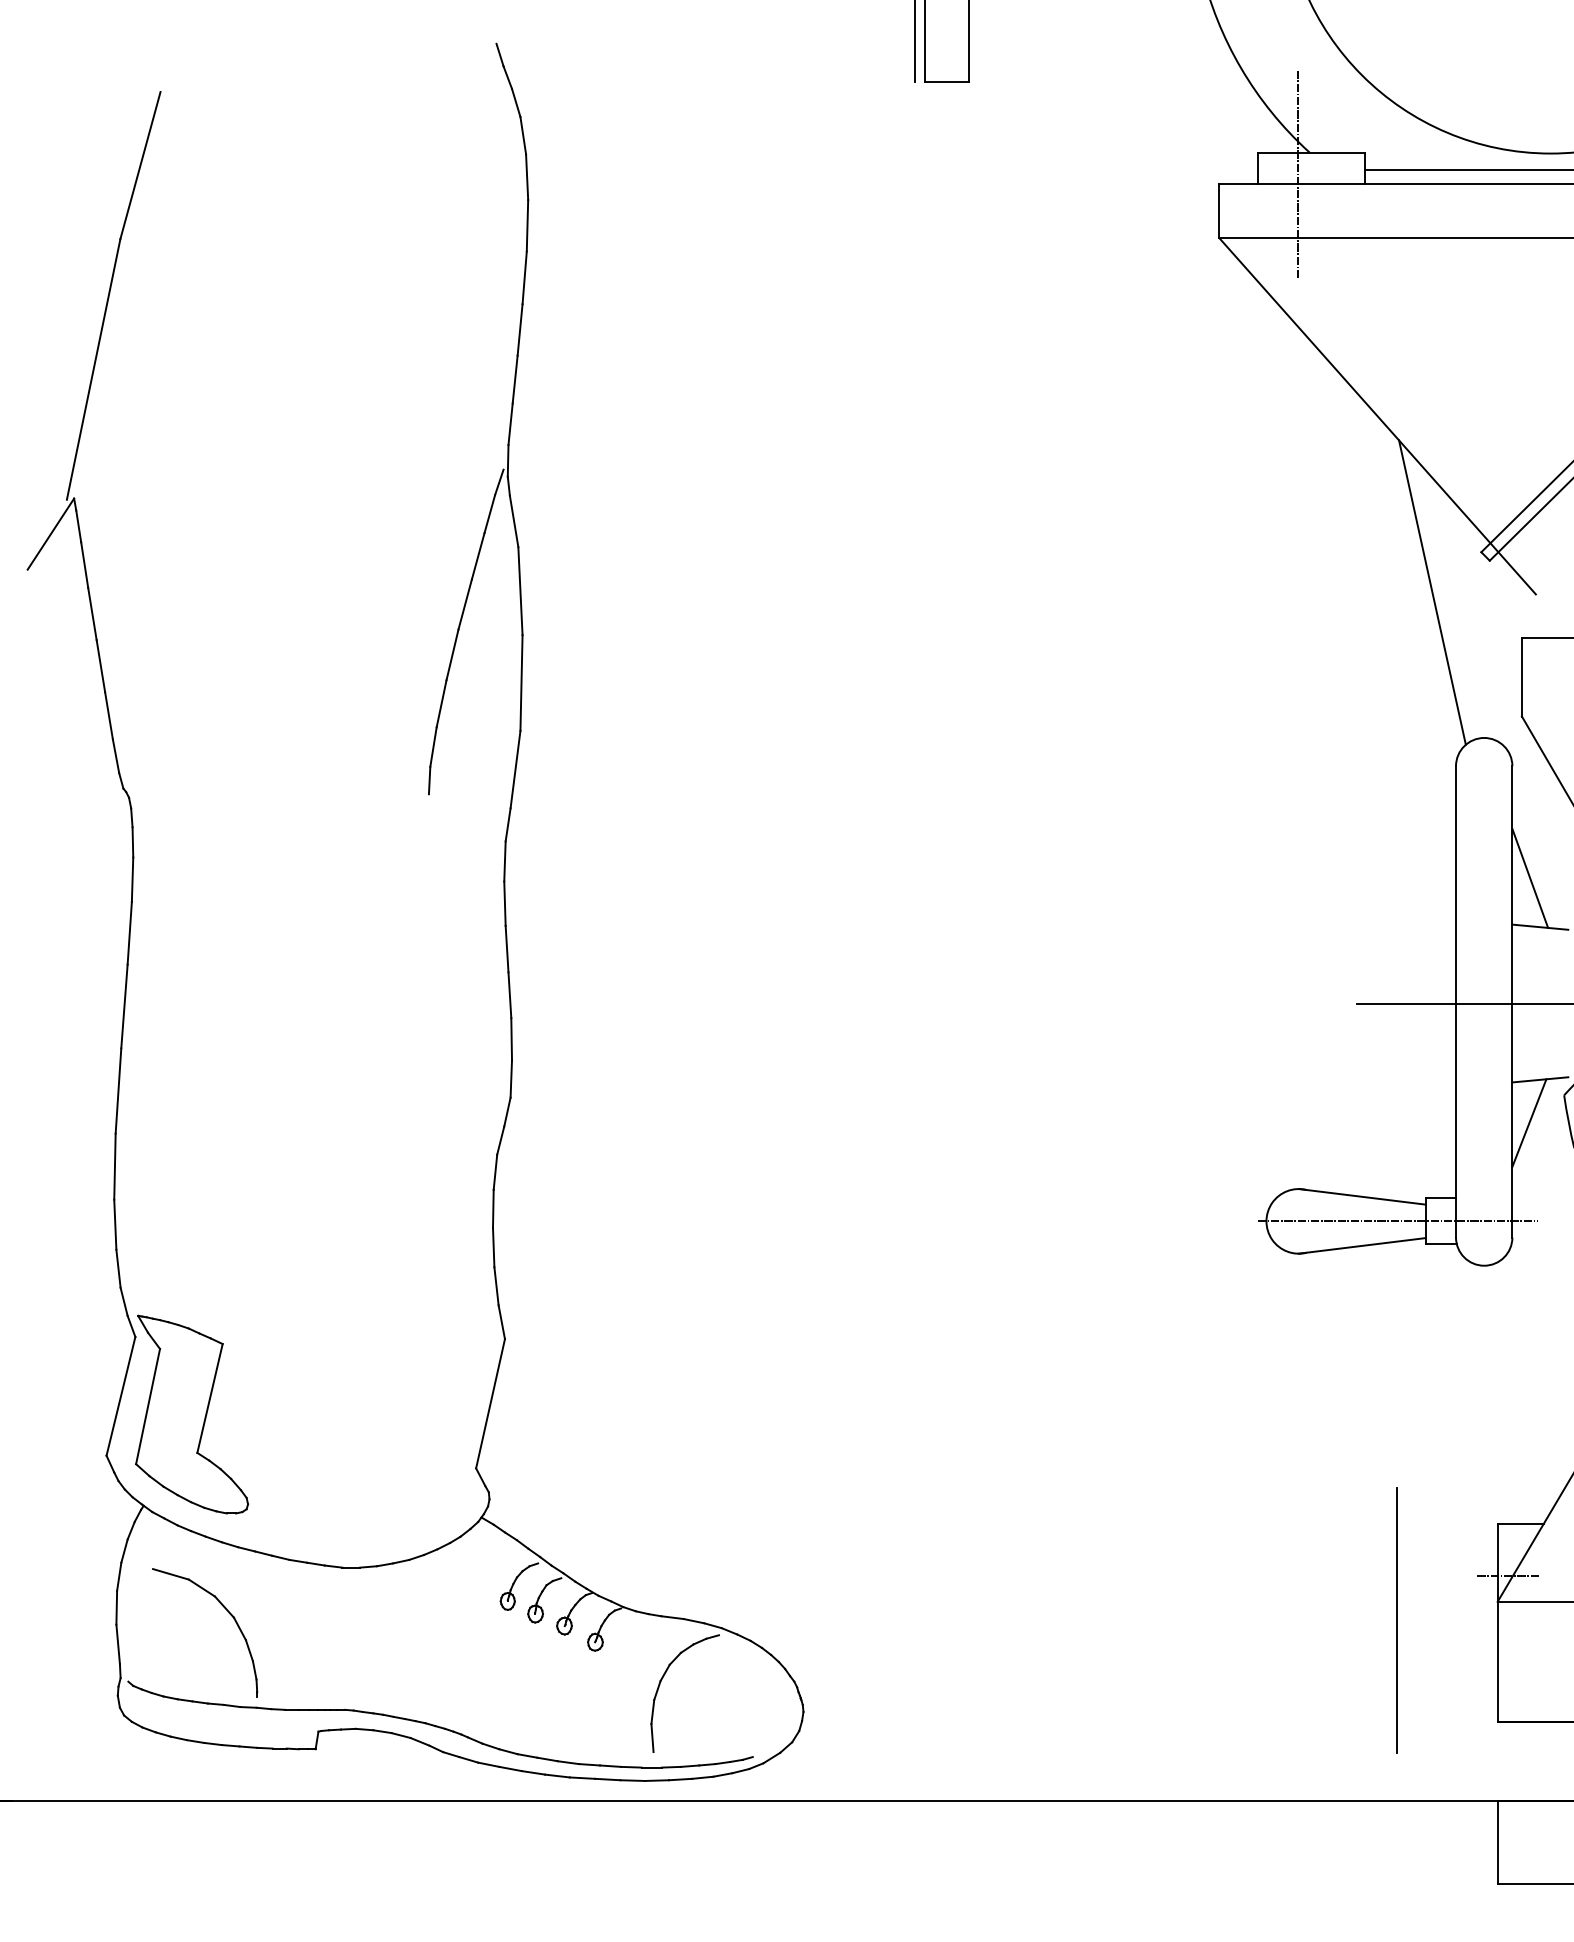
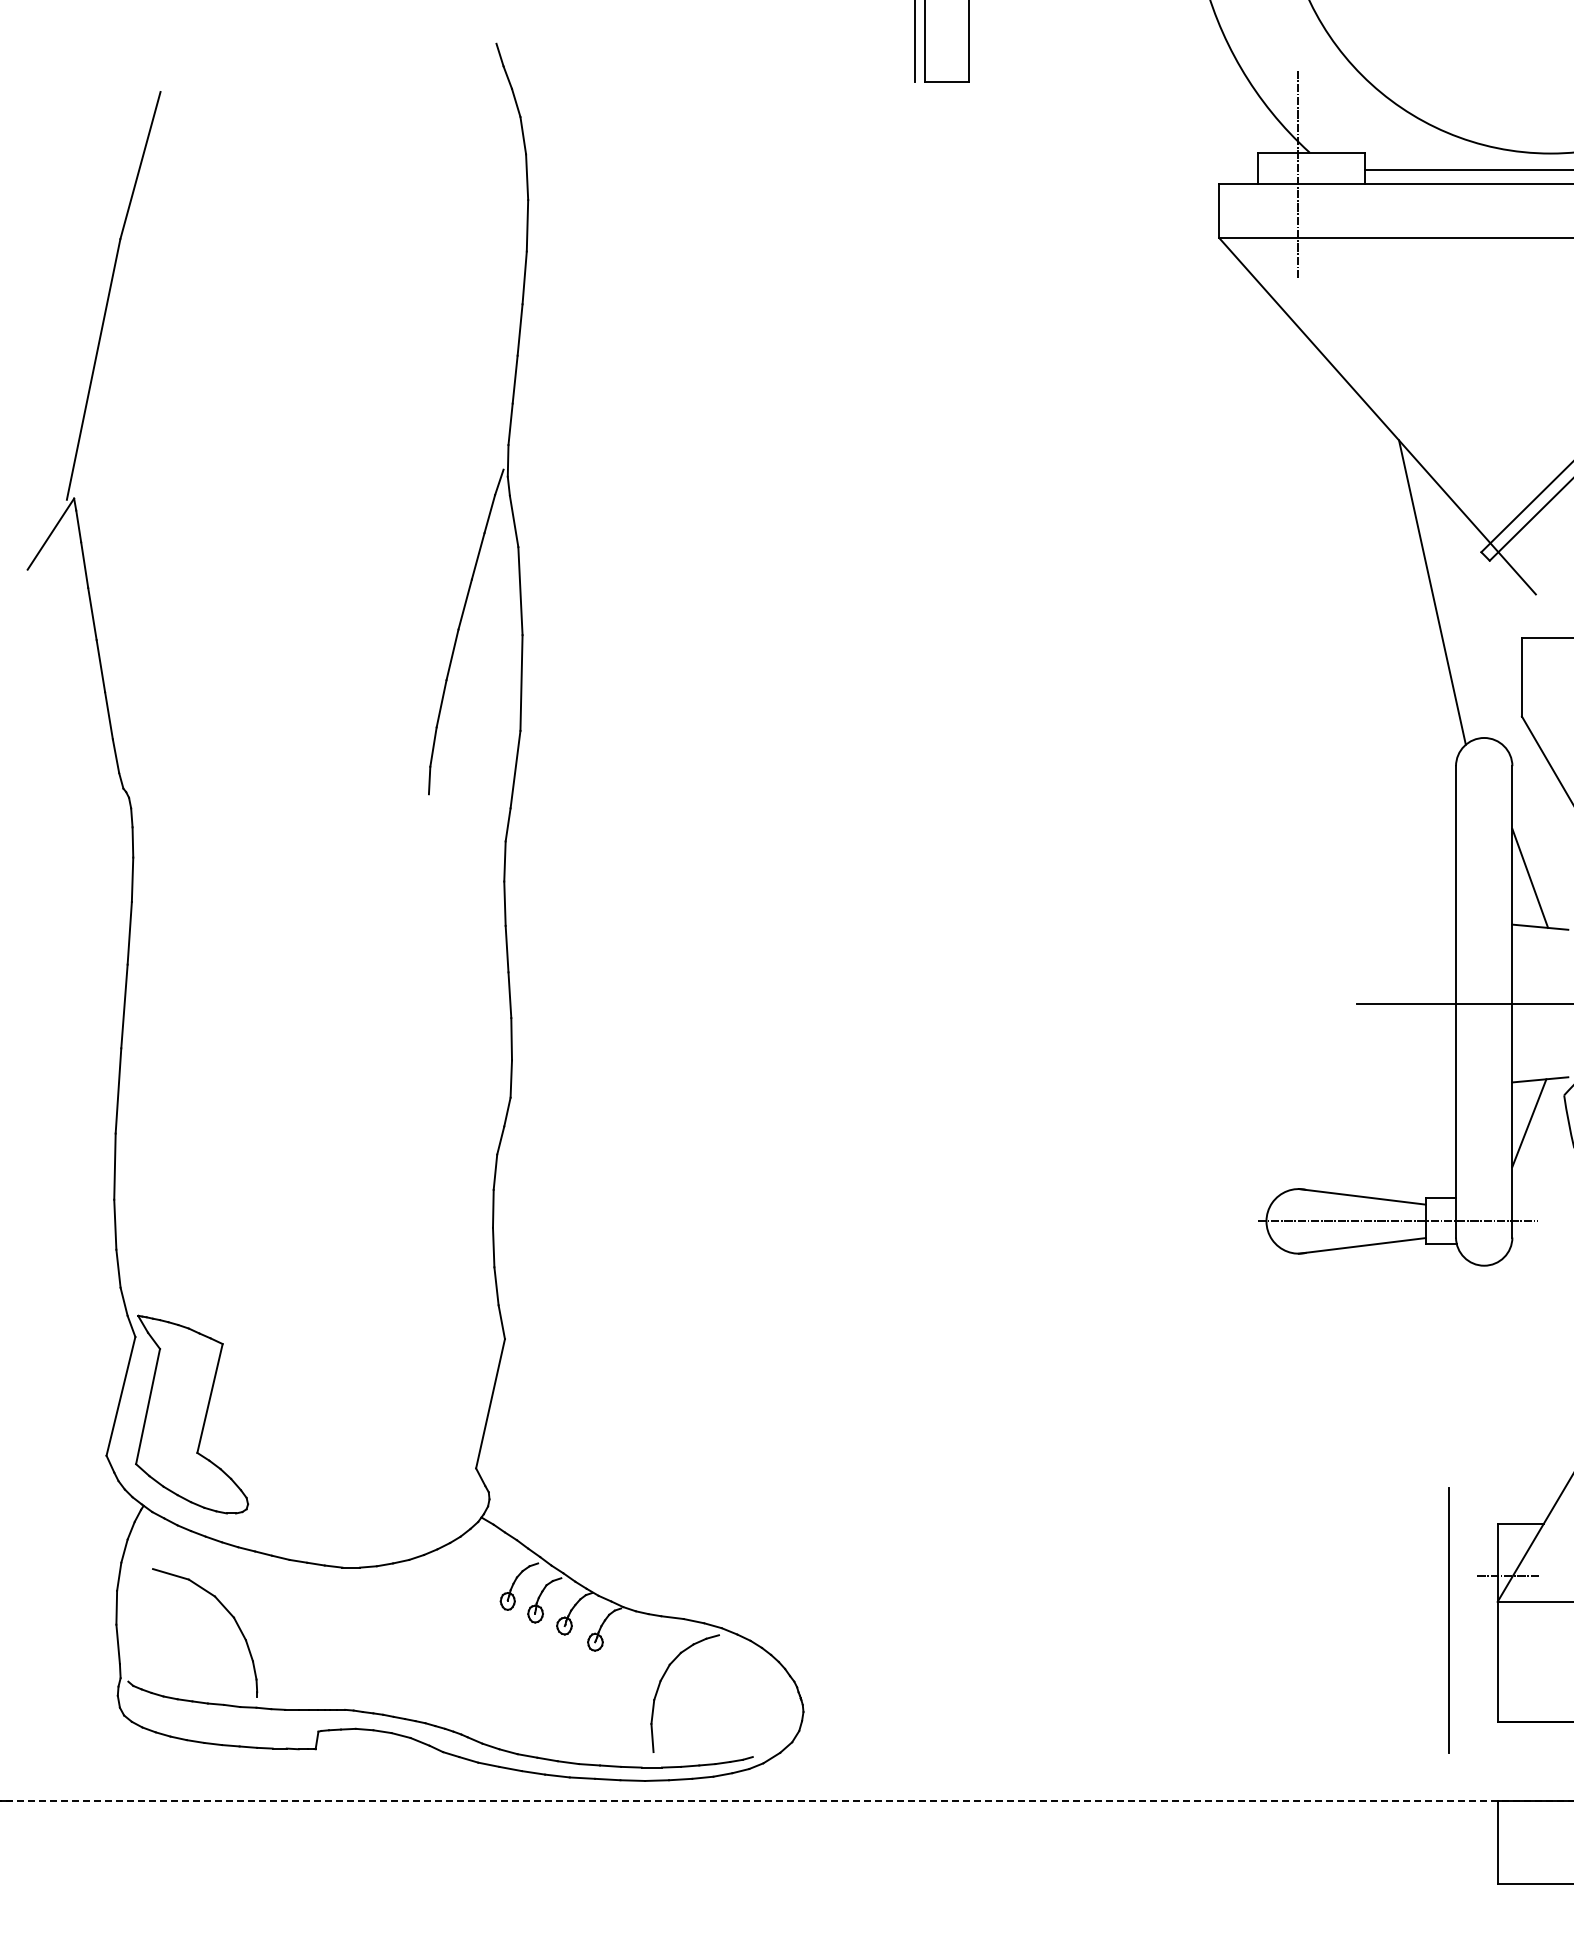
line at (1396, 1620) position: (1396, 1620) -> (1448, 1620)
line at (787, 1801): solid -> dashed
